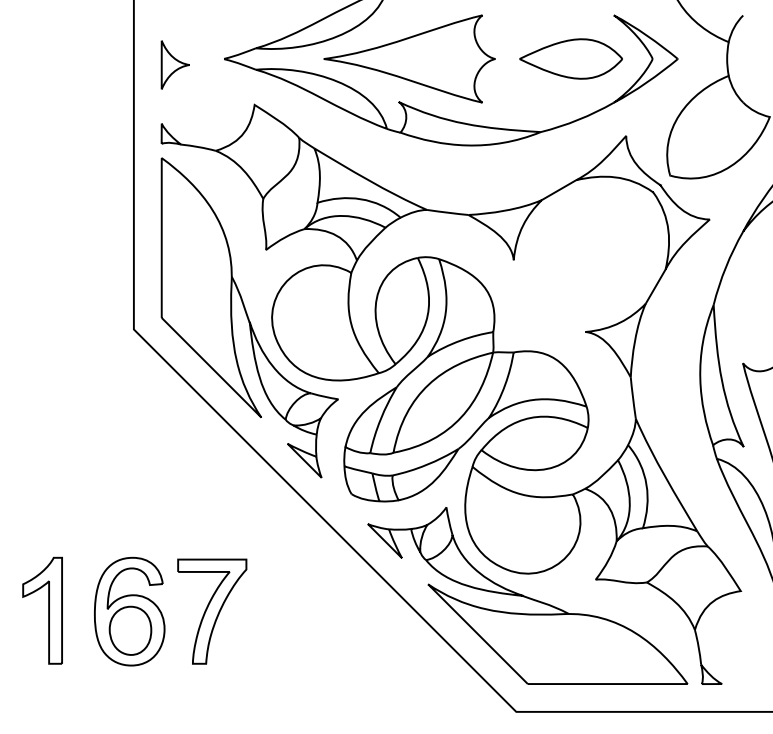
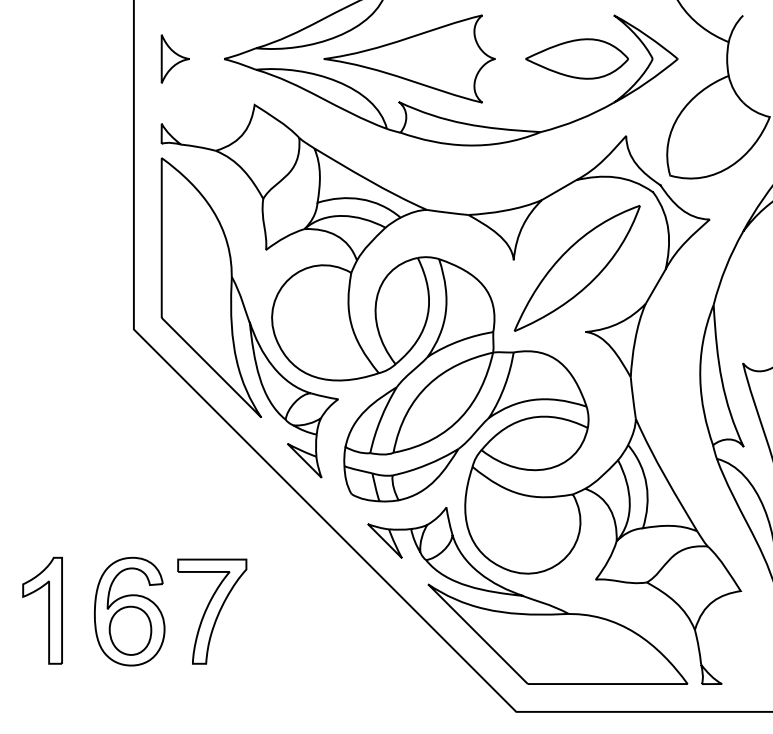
part at (570, 58) position: (570, 58) -> (576, 58)
part at (174, 64) position: (174, 64) -> (174, 58)
part at (576, 268): none -> present
